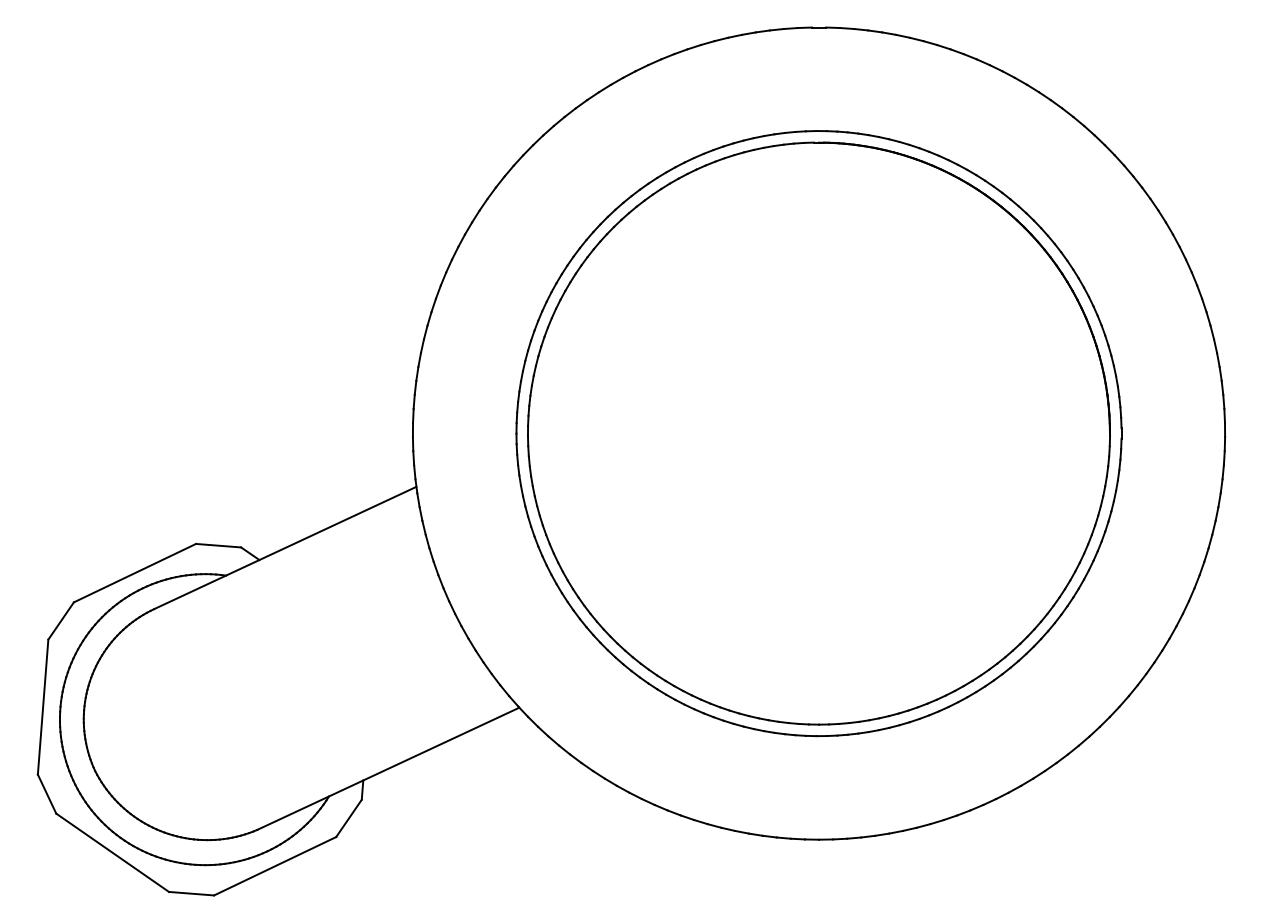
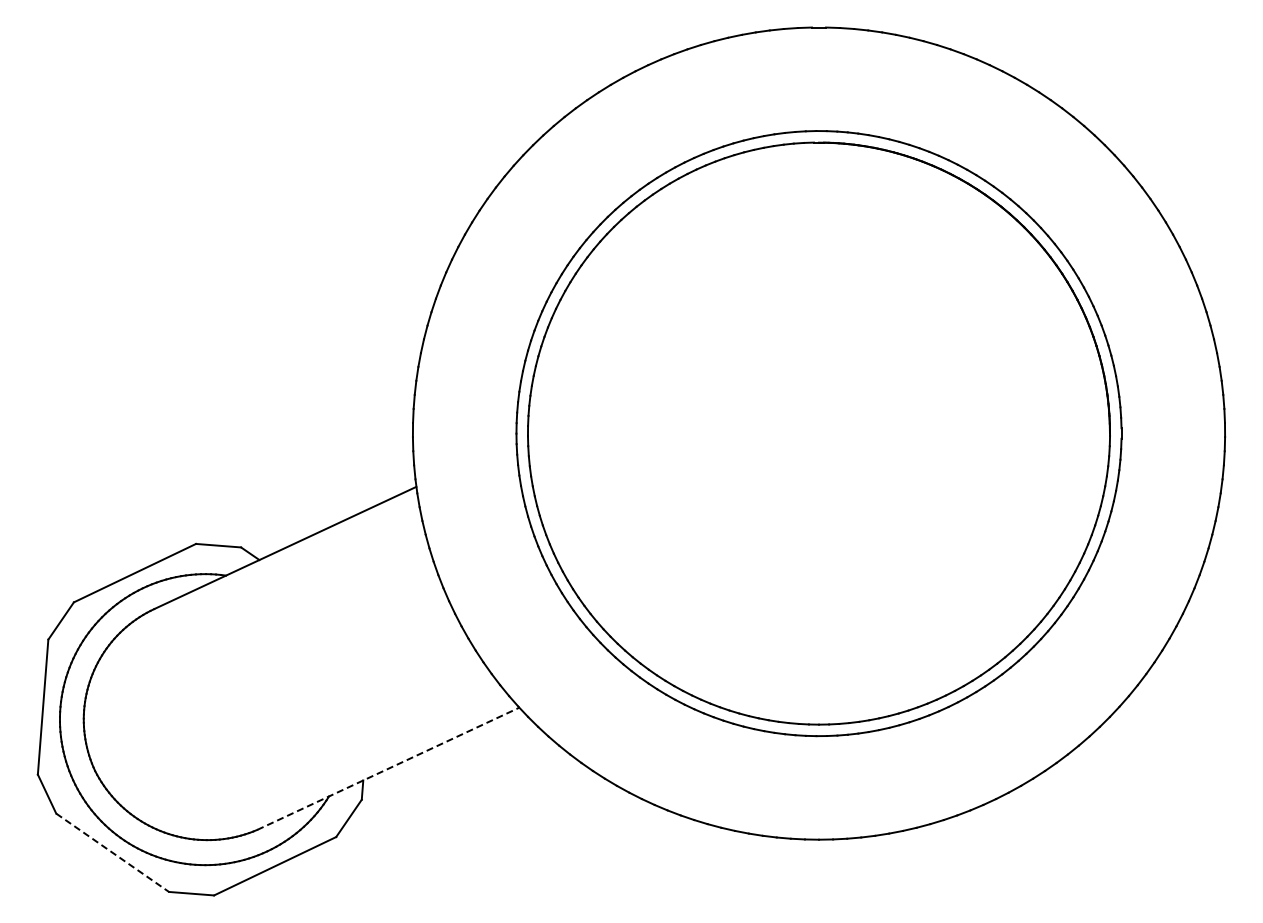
line at (388, 768): solid -> dashed
line at (112, 852): solid -> dashed
